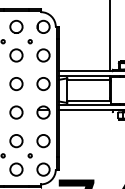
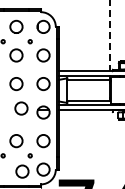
line at (110, 36): solid -> dashed
circle at (16, 112) position: (16, 112) -> (21, 108)
circle at (16, 169) position: (16, 169) -> (22, 171)
